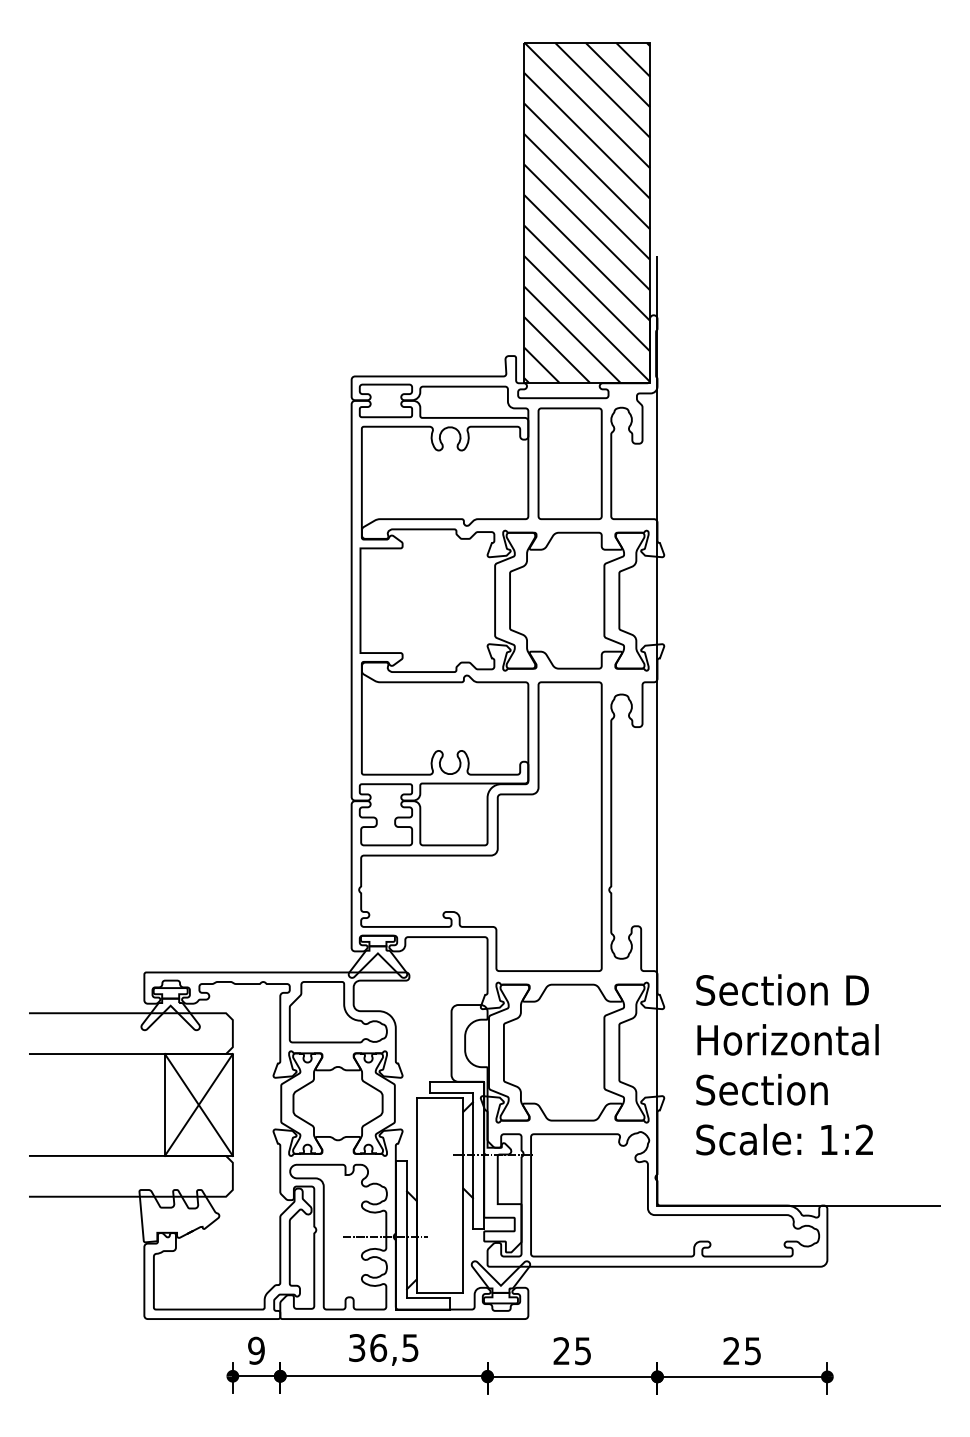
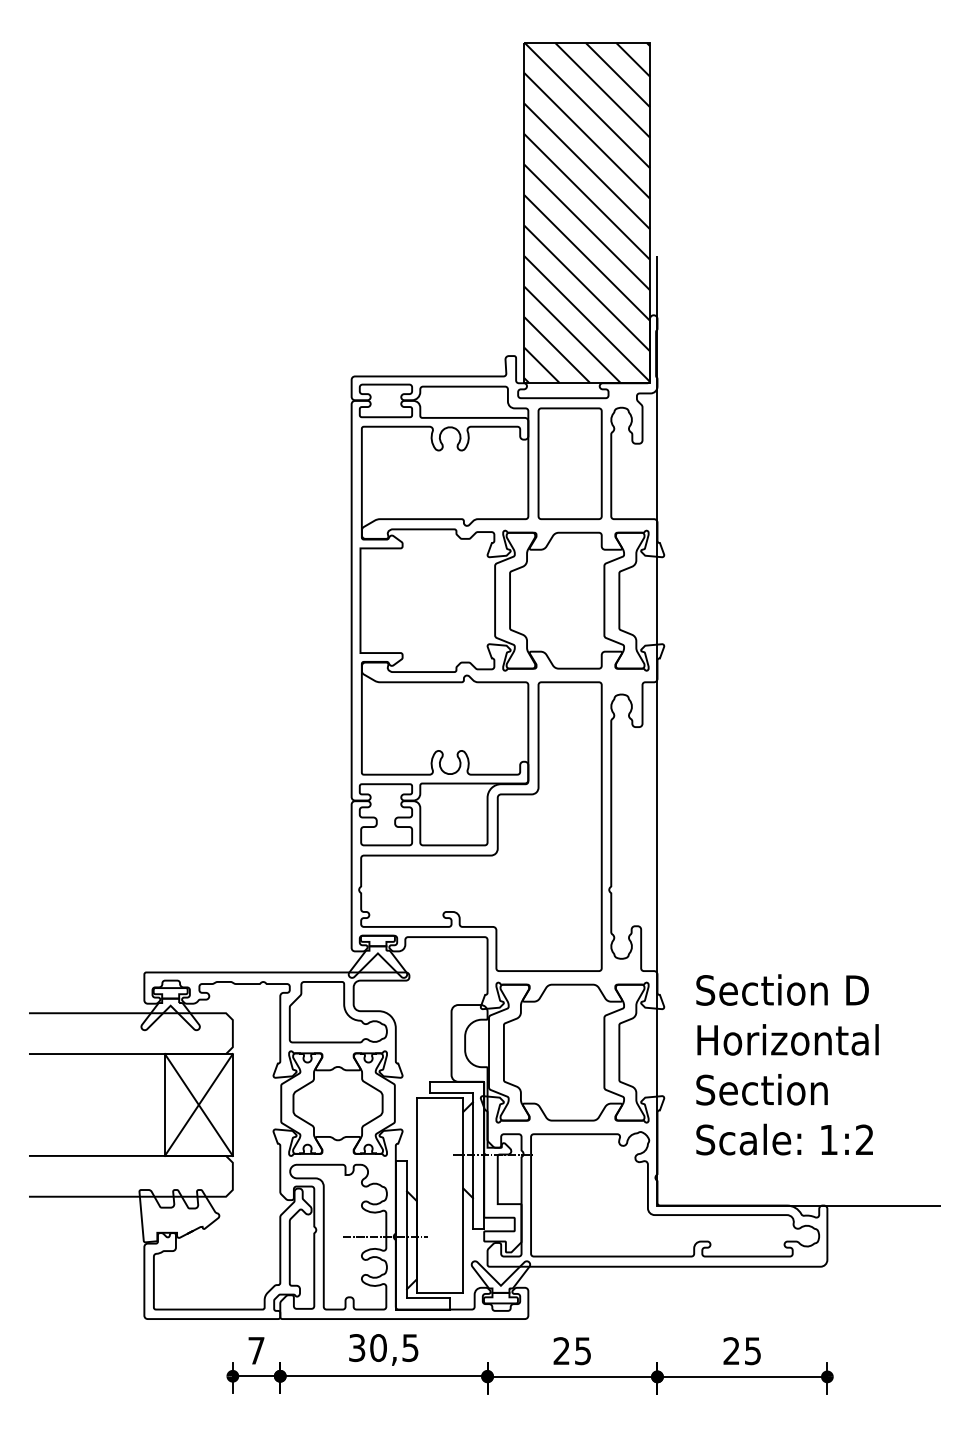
text at (378, 1347): 36,5 -> 30,5
text at (256, 1350): 9 -> 7
